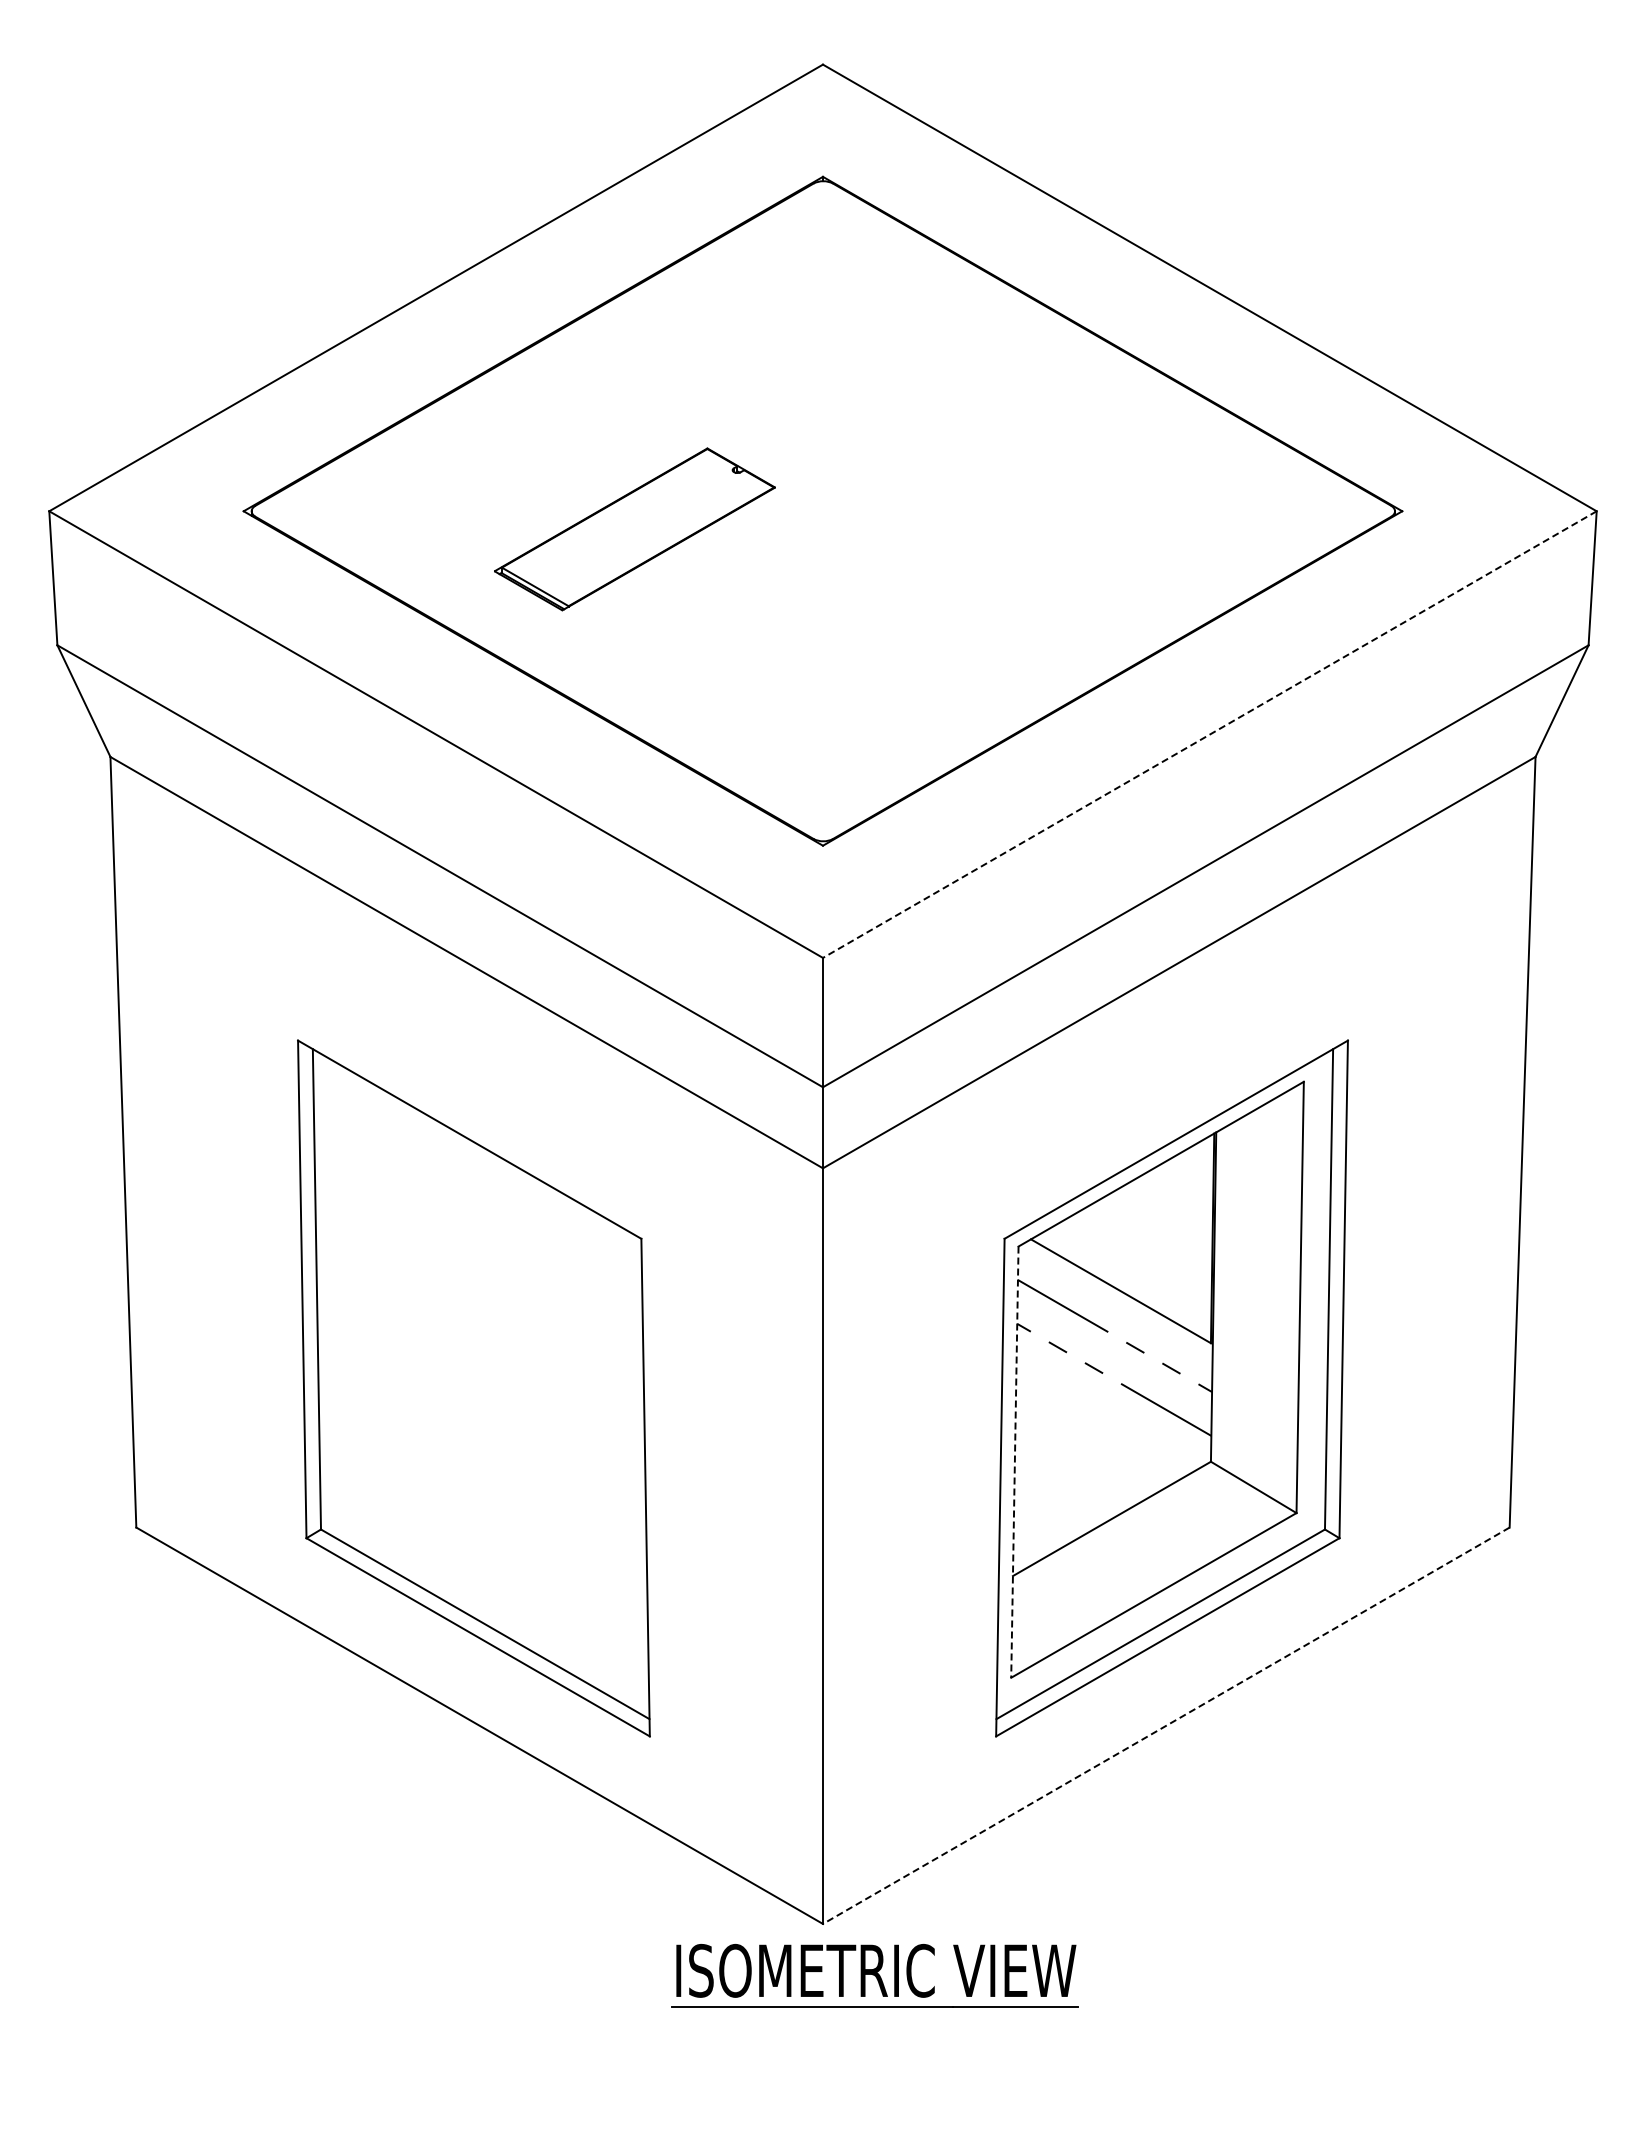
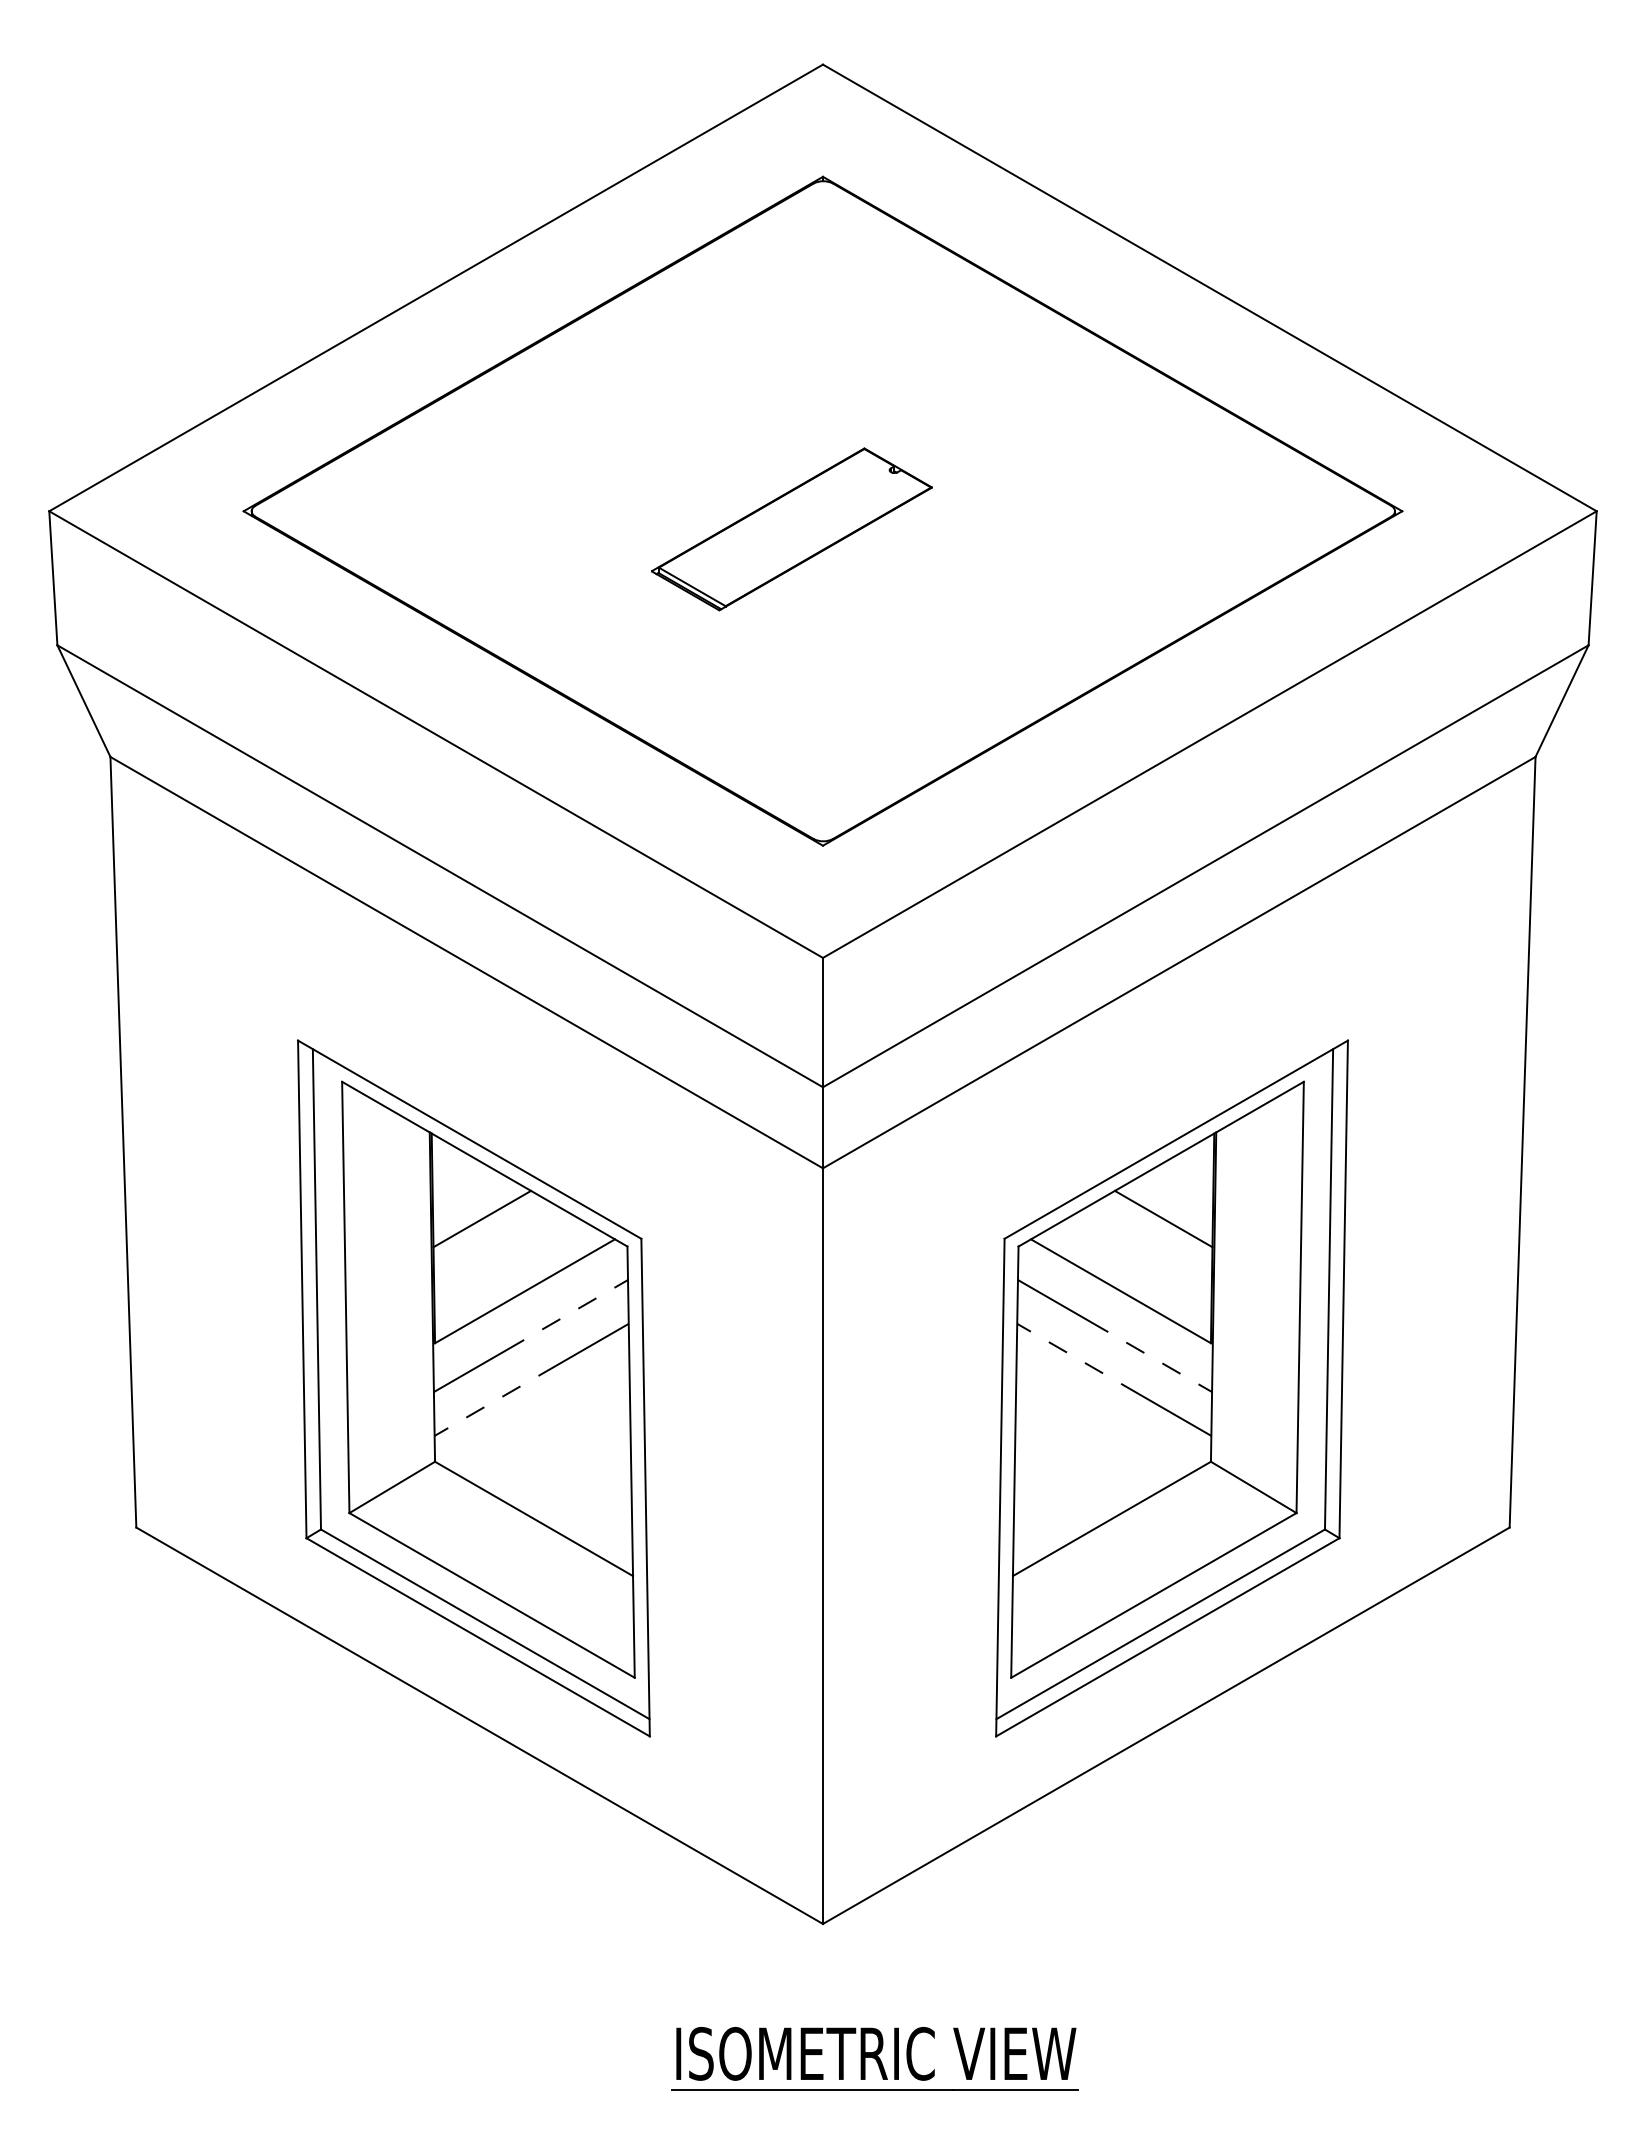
part at (634, 529) position: (634, 529) -> (791, 529)
line at (1209, 734): dashed -> solid
line at (1163, 1218): none -> present
part at (488, 1379): none -> present
line at (1014, 1462): dashed -> solid
line at (1165, 1726): dashed -> solid
part at (874, 1975) position: (874, 1975) -> (874, 2058)
